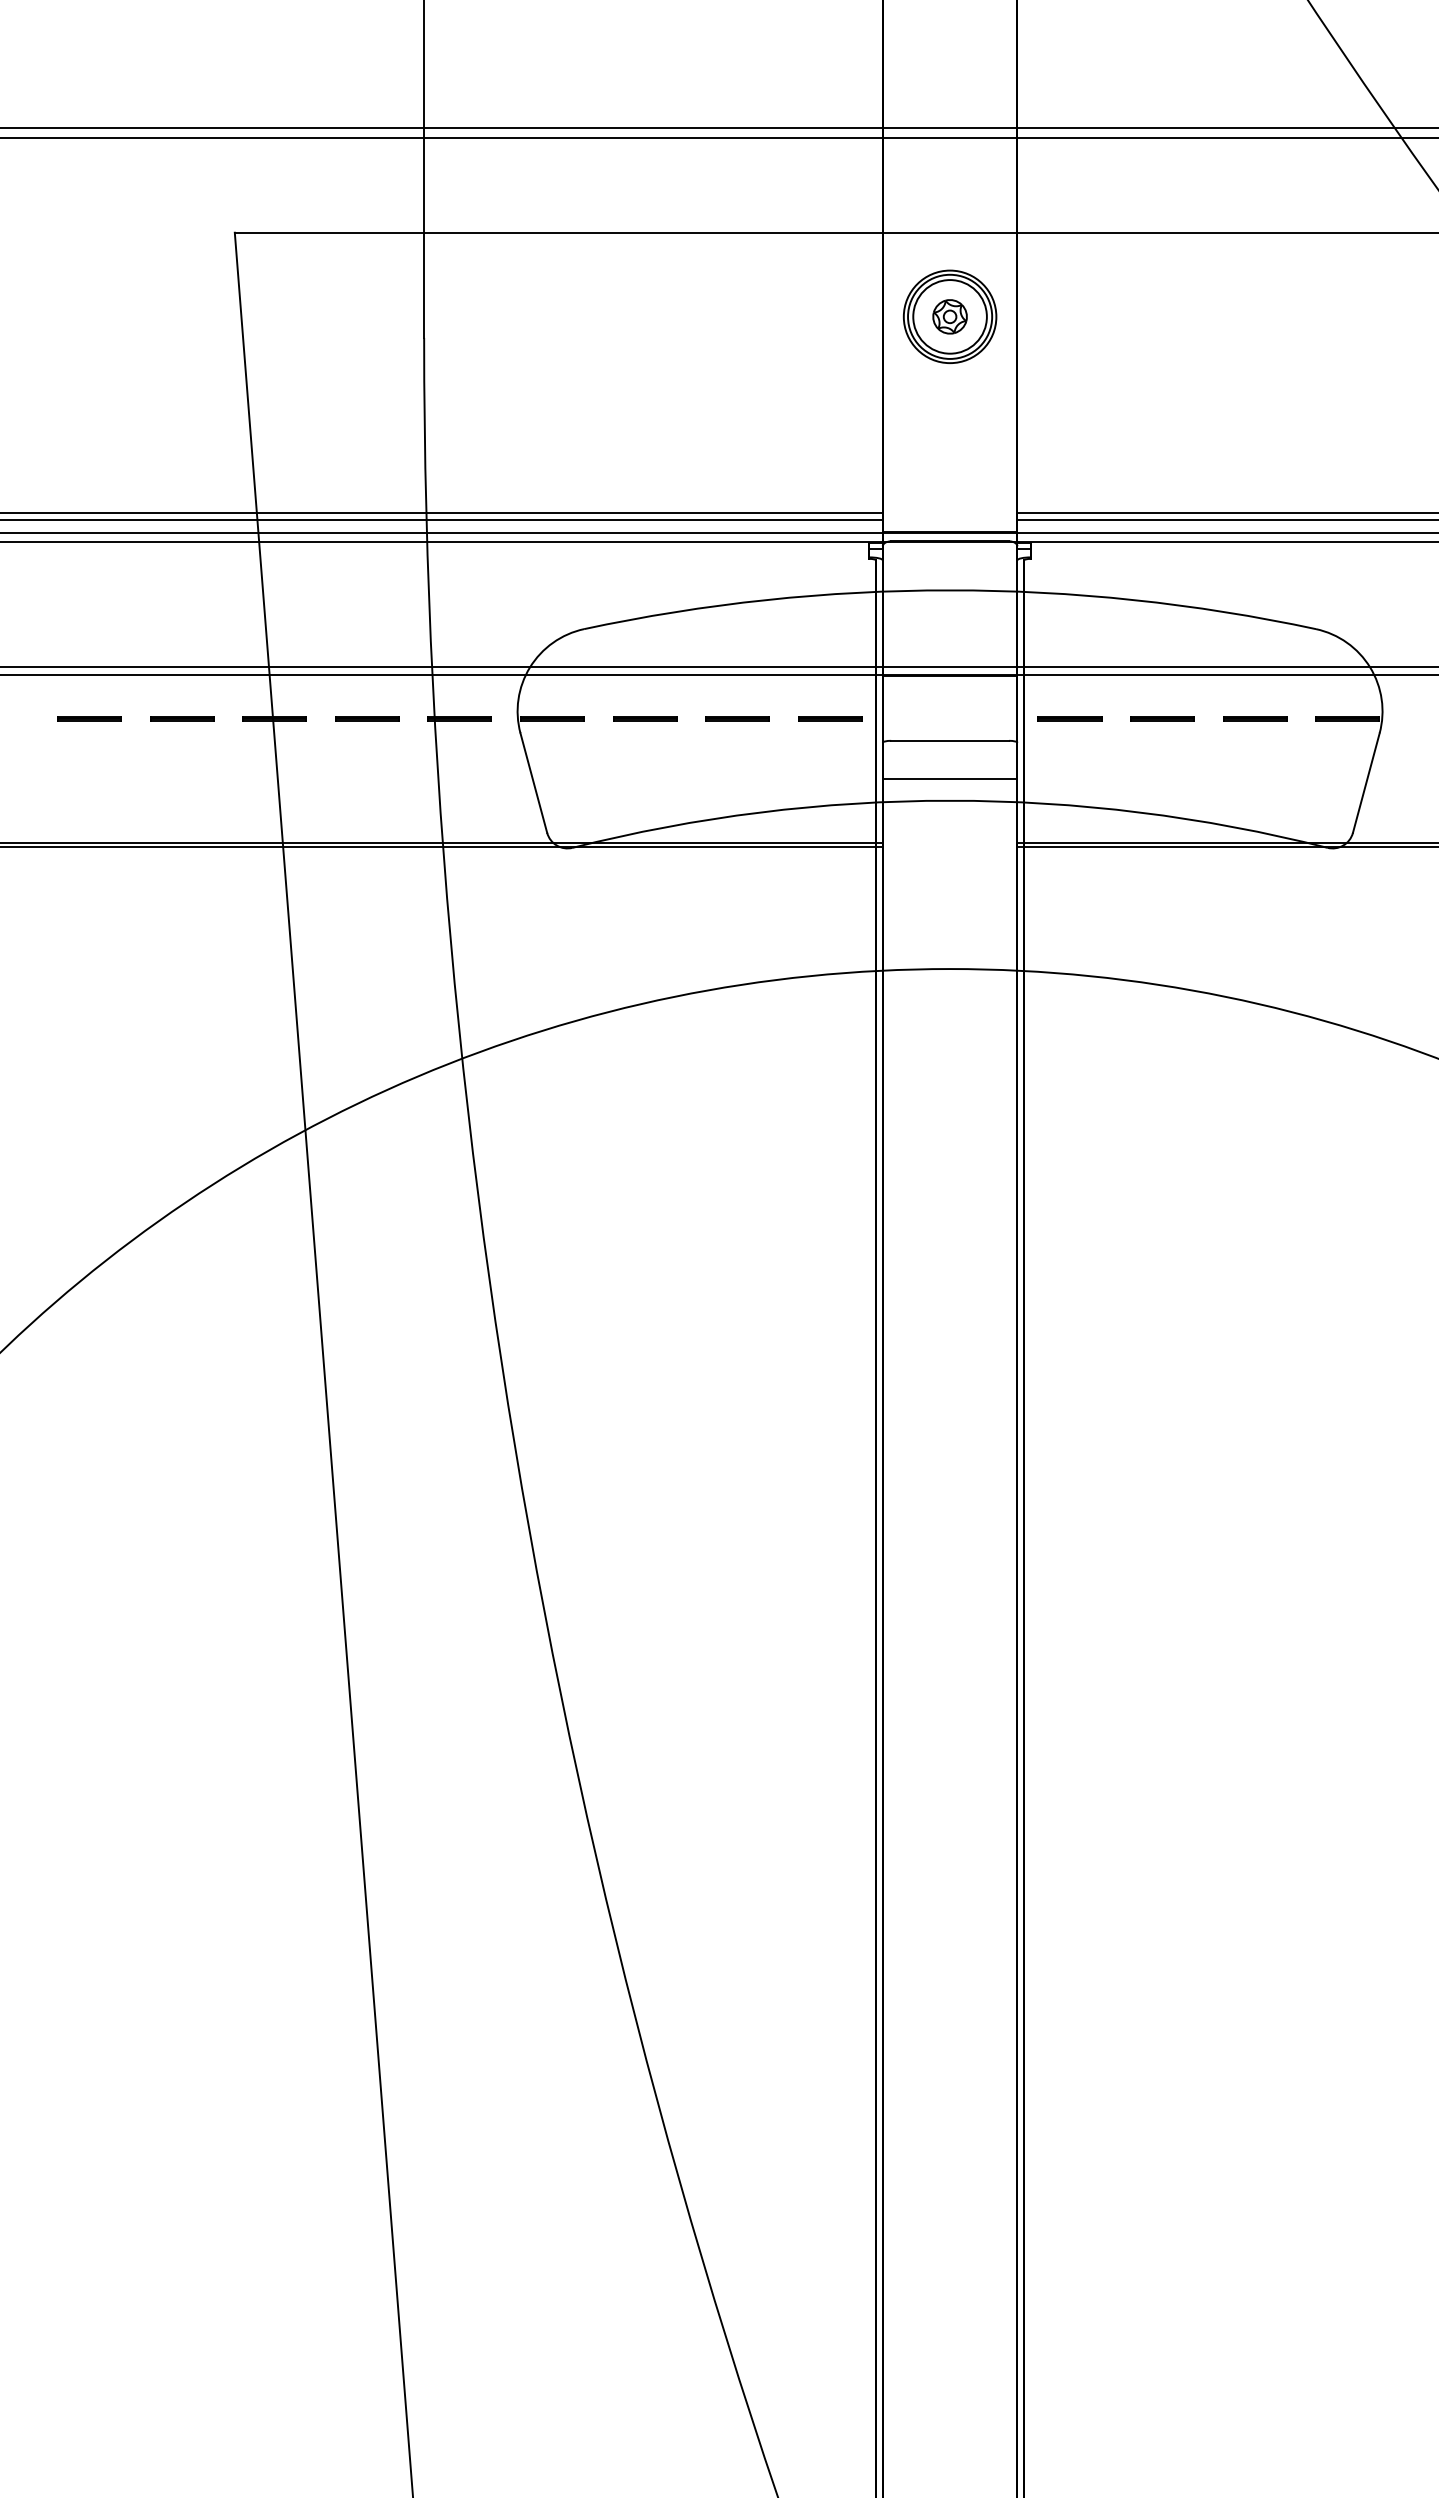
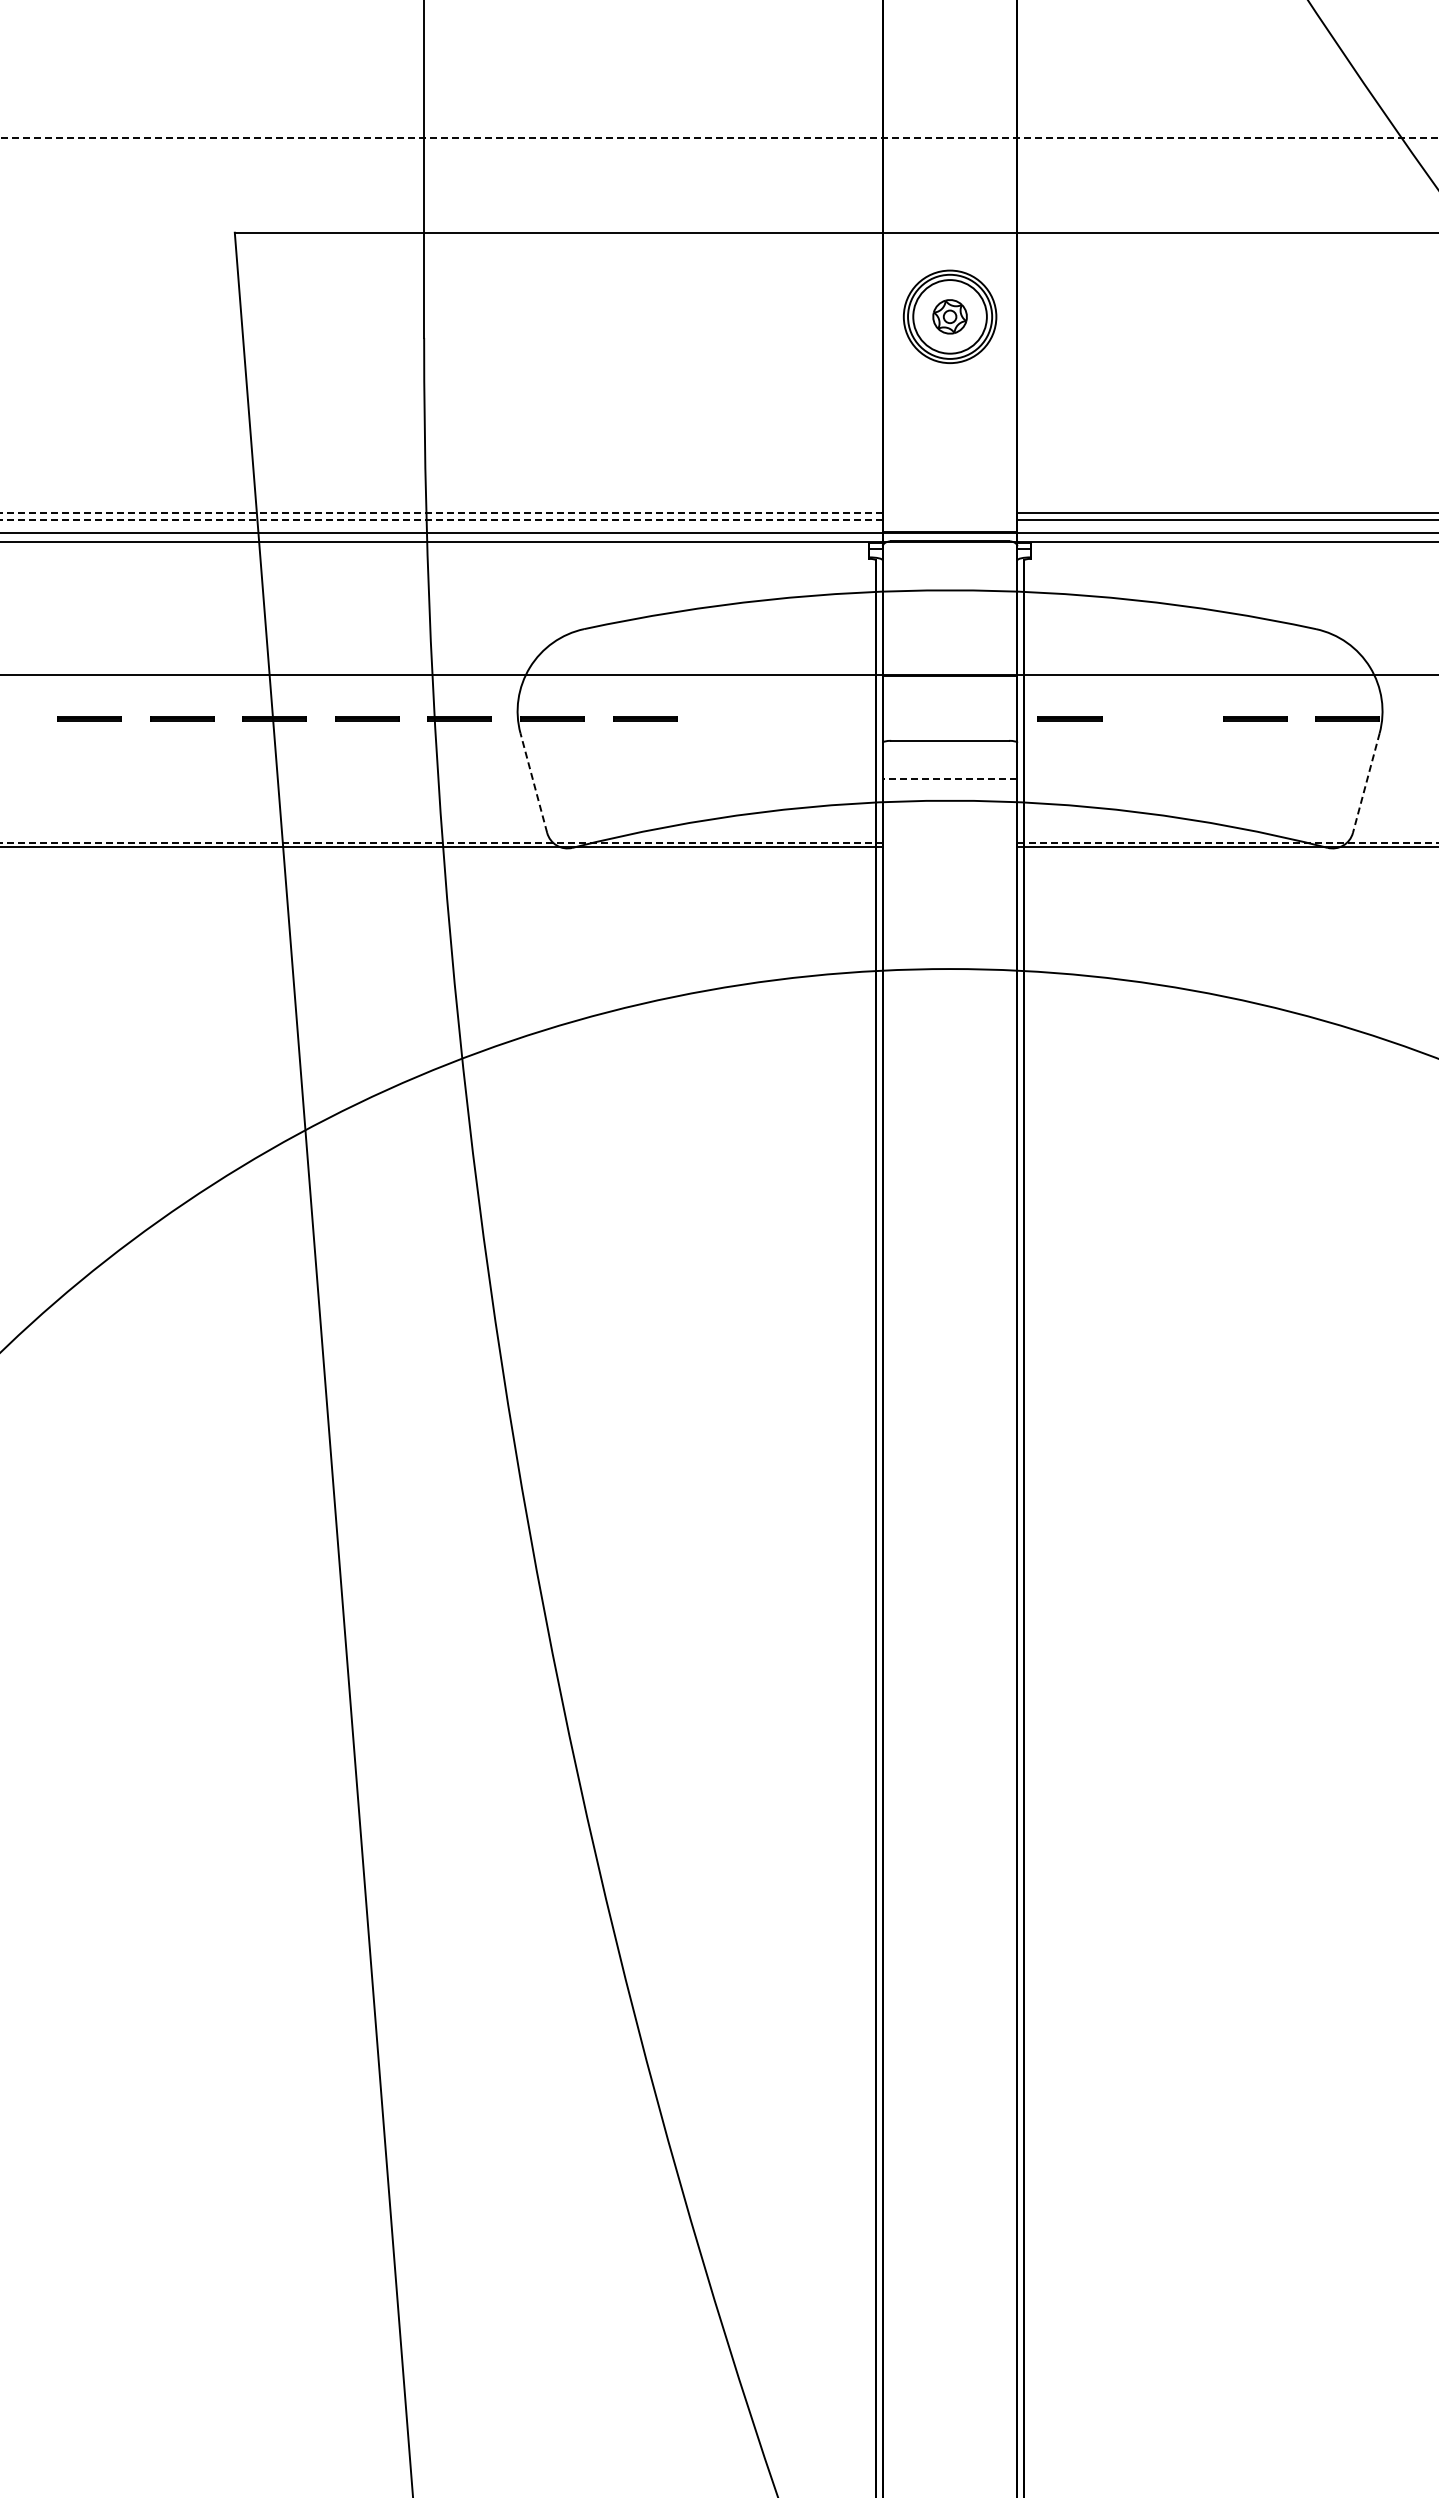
line at (718, 127): present -> none
line at (719, 138): solid -> dashed
line at (441, 512): solid -> dashed
line at (441, 519): solid -> dashed
line at (718, 666): present -> none
part at (737, 718): present -> none
part at (830, 718): present -> none
part at (1162, 718): present -> none
line at (949, 778): solid -> dashed
line at (533, 783): solid -> dashed
line at (1366, 783): solid -> dashed
line at (441, 842): solid -> dashed
line at (1227, 842): solid -> dashed
